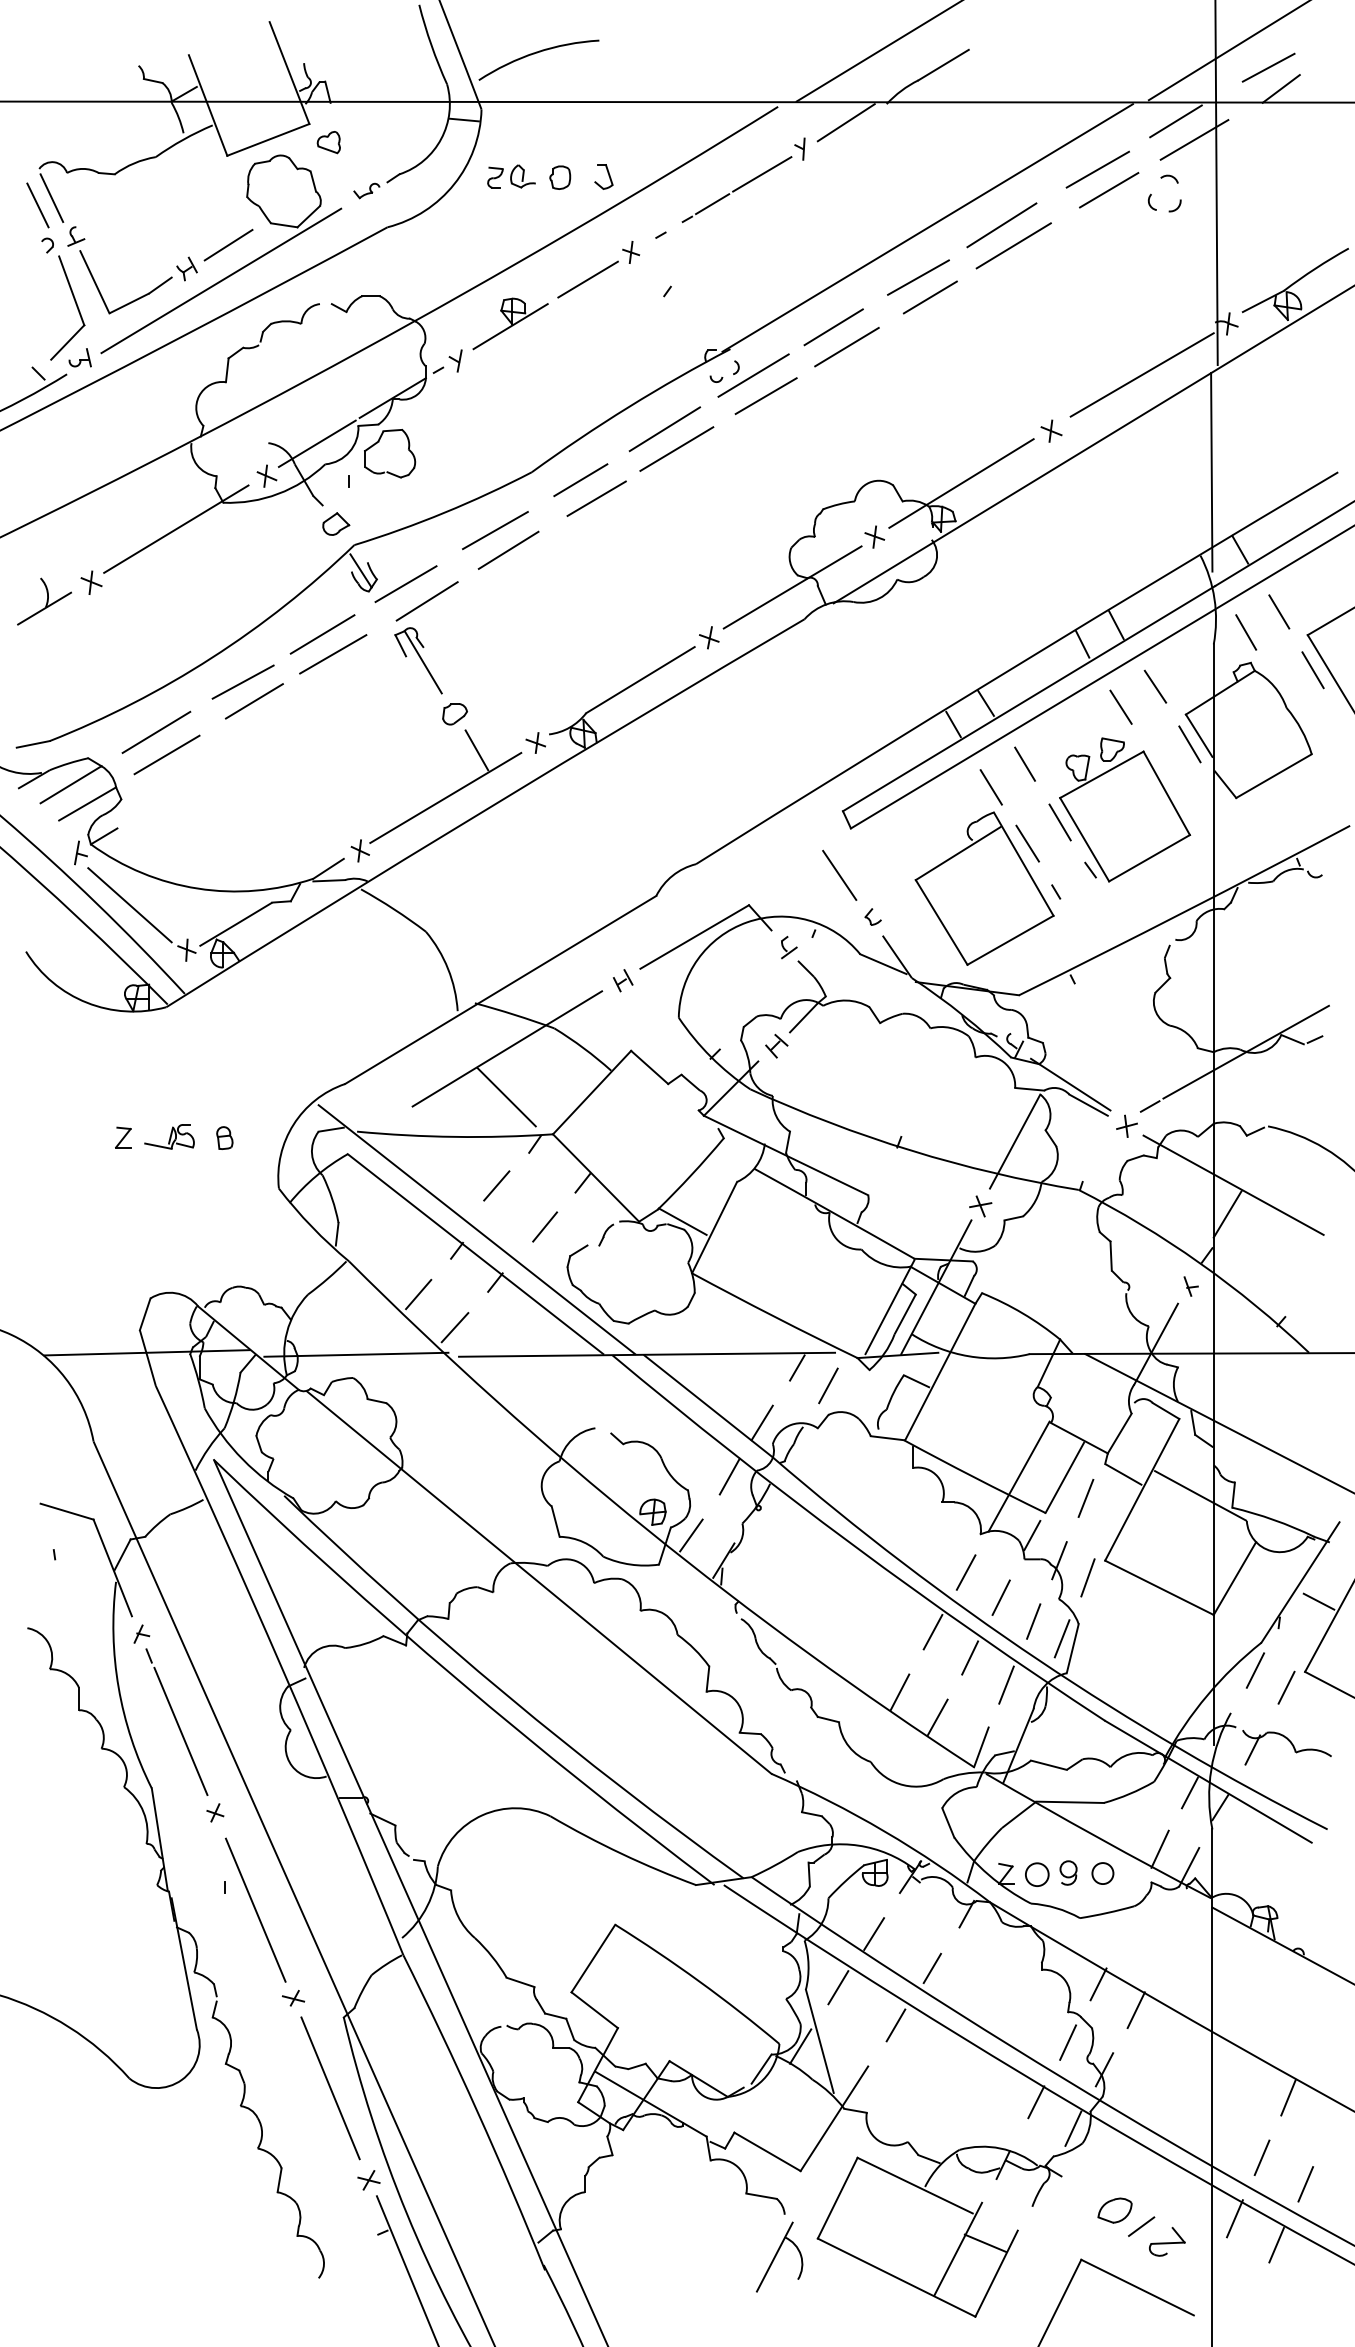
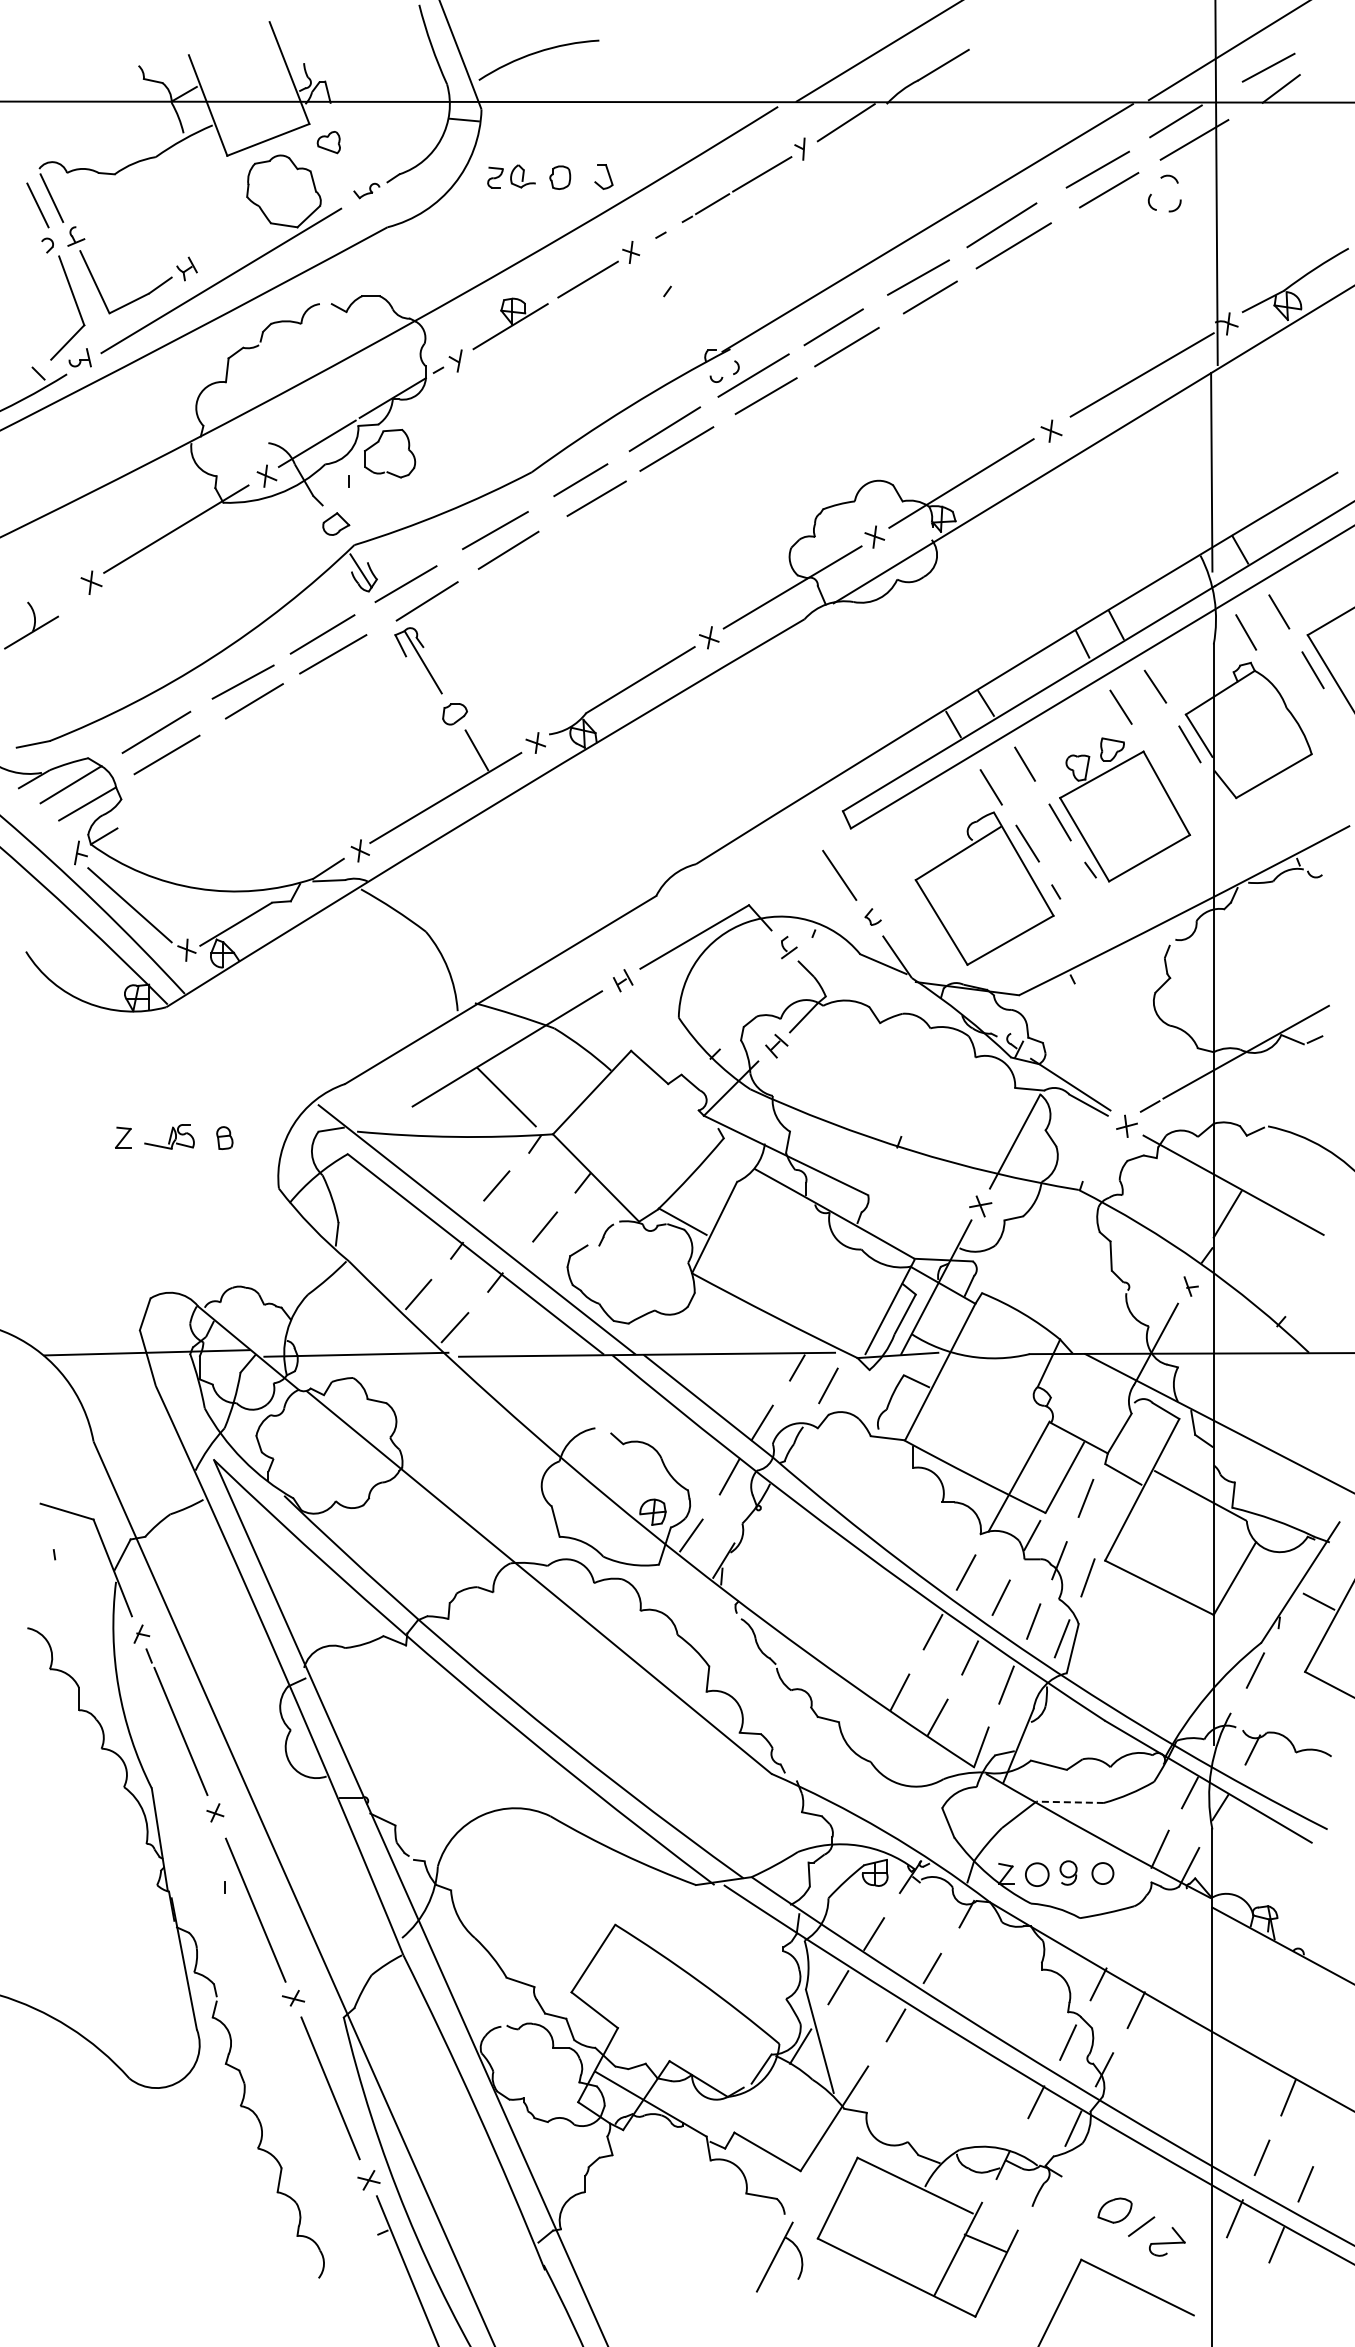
line at (228, 244): present -> none
part at (44, 601) position: (44, 601) -> (31, 625)
line at (1286, 1687): present -> none
line at (1070, 1802): solid -> dashed
